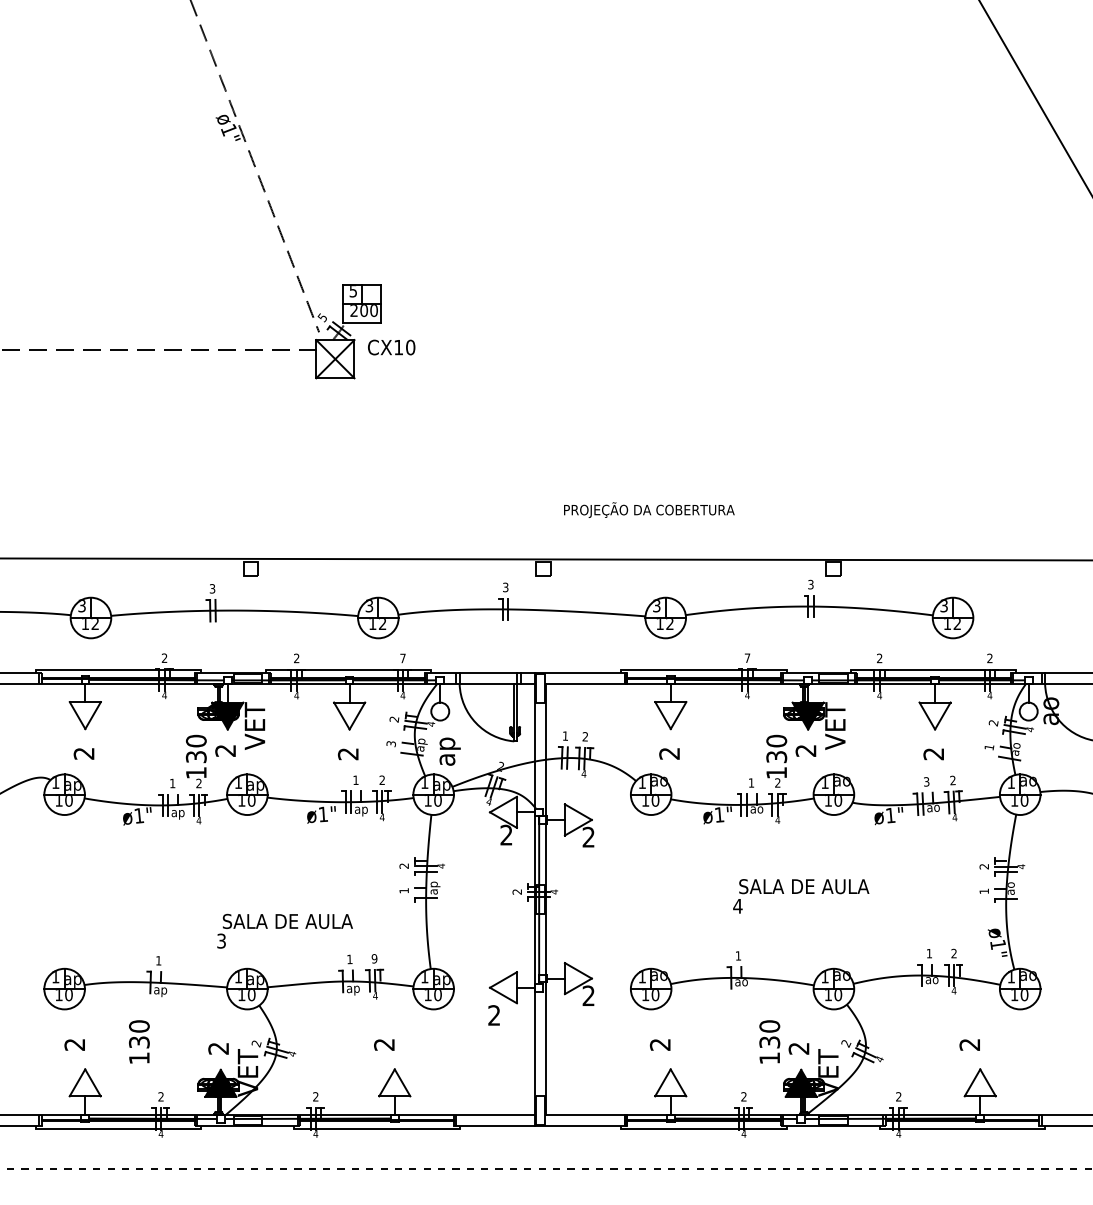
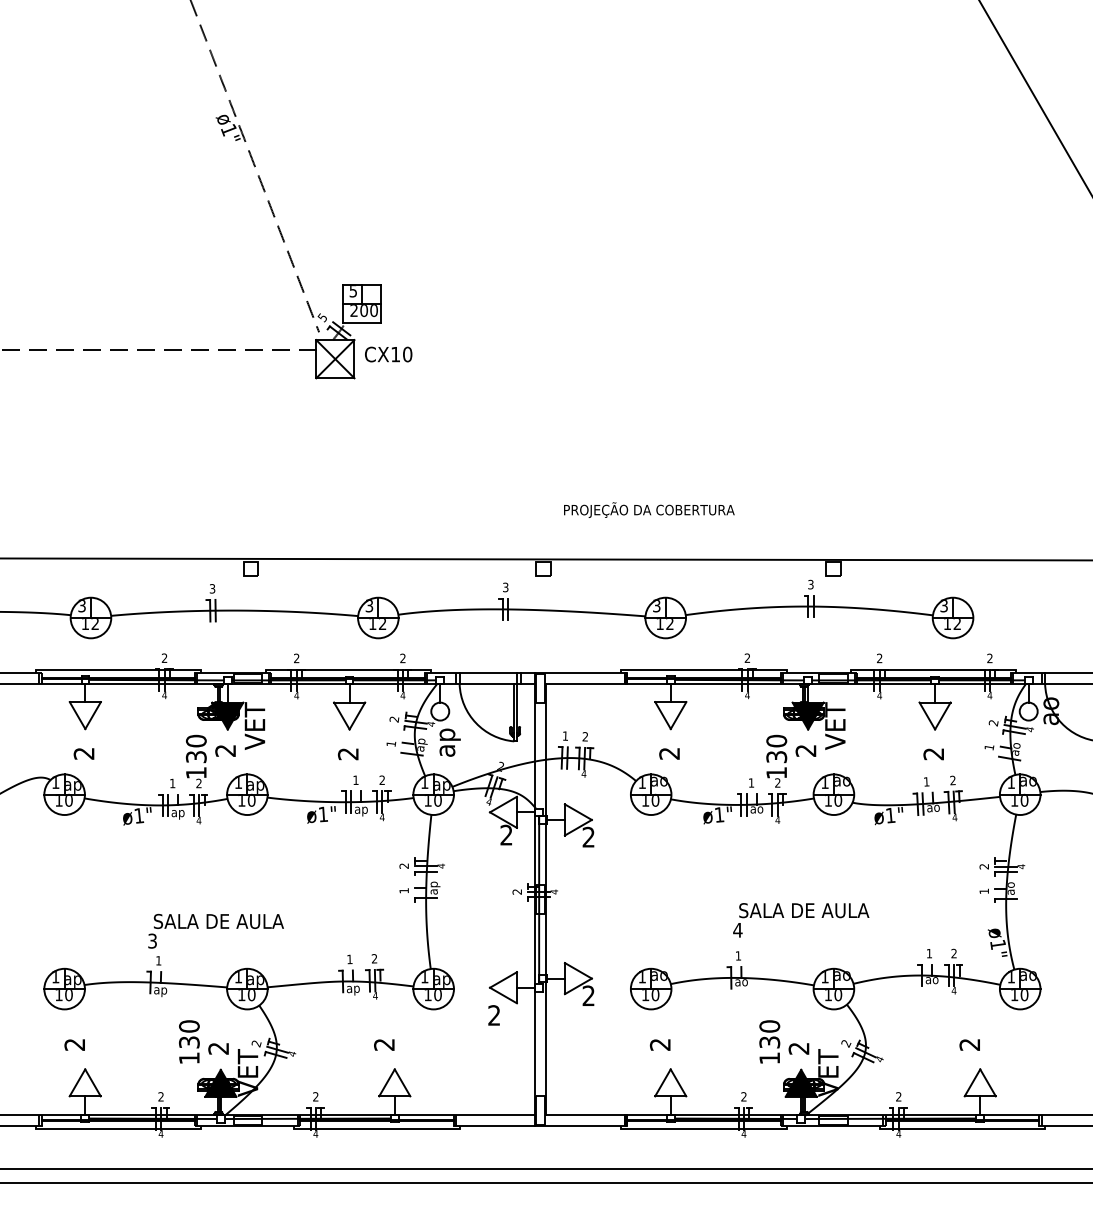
text at (391, 347) position: (391, 347) -> (388, 354)
text at (747, 657): 7 -> 2
text at (402, 658): 7 -> 2
text at (391, 744): 3 -> 1
text at (449, 751) position: (449, 751) -> (449, 742)
text at (926, 781): 3 -> 1
text at (801, 896) position: (801, 896) -> (801, 920)
text at (284, 930) position: (284, 930) -> (215, 930)
text at (374, 958): 9 -> 2
text at (139, 1041) position: (139, 1041) -> (189, 1041)
line at (546, 1168): dashed -> solid
line at (545, 1183): none -> present
